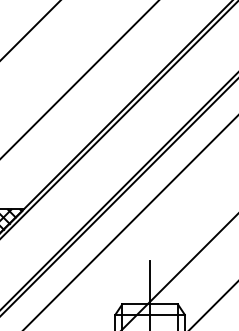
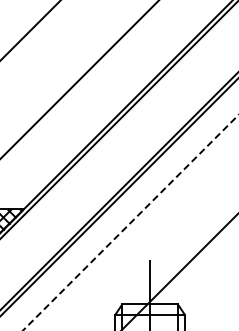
line at (130, 222): solid -> dashed
line at (213, 305): present -> none
